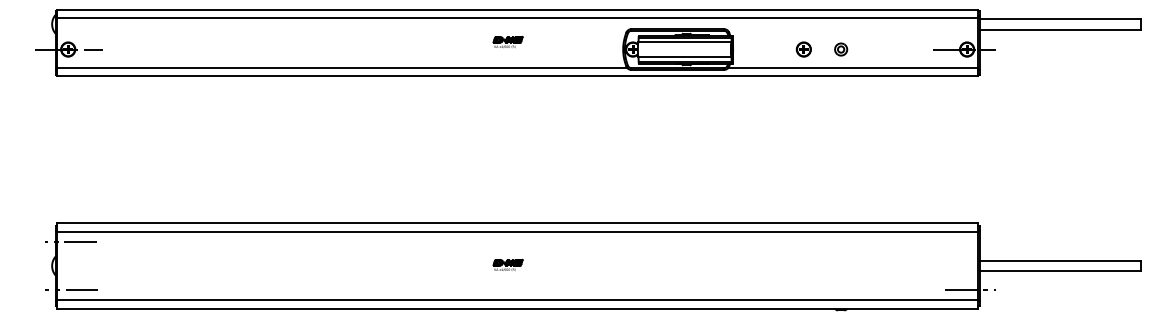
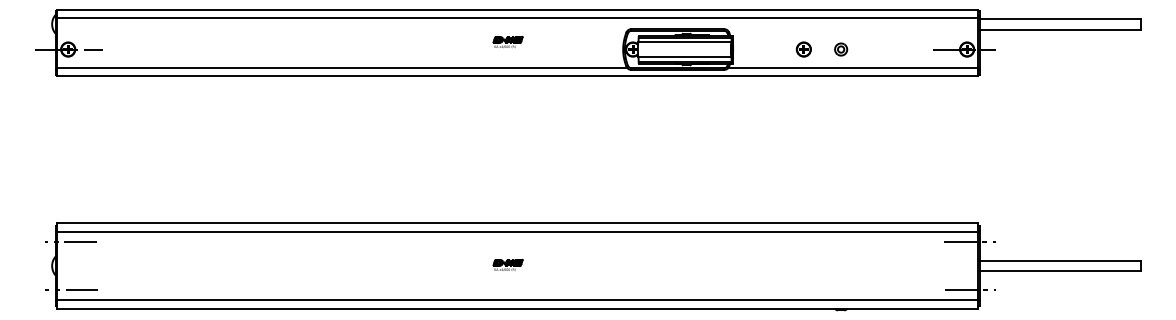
line at (970, 242): none -> present
